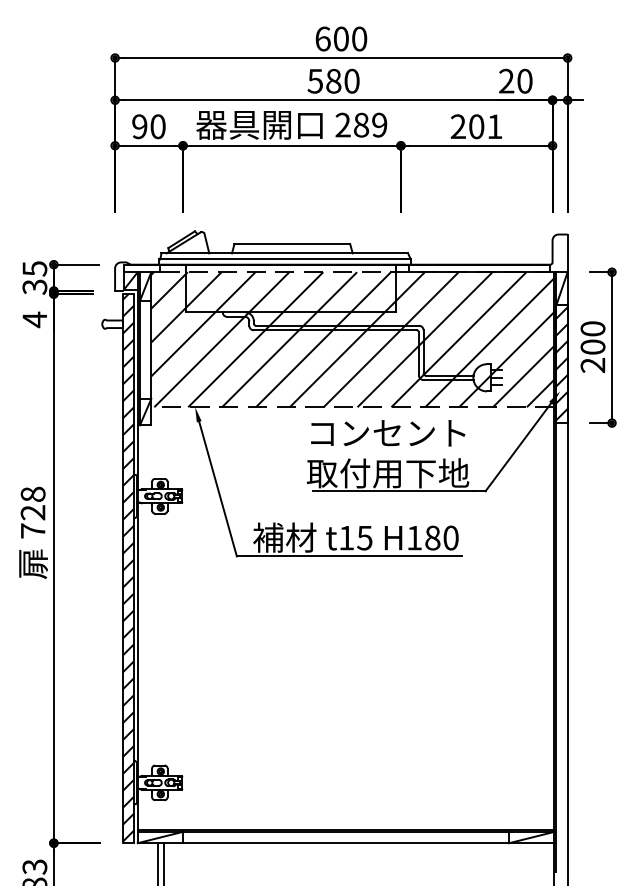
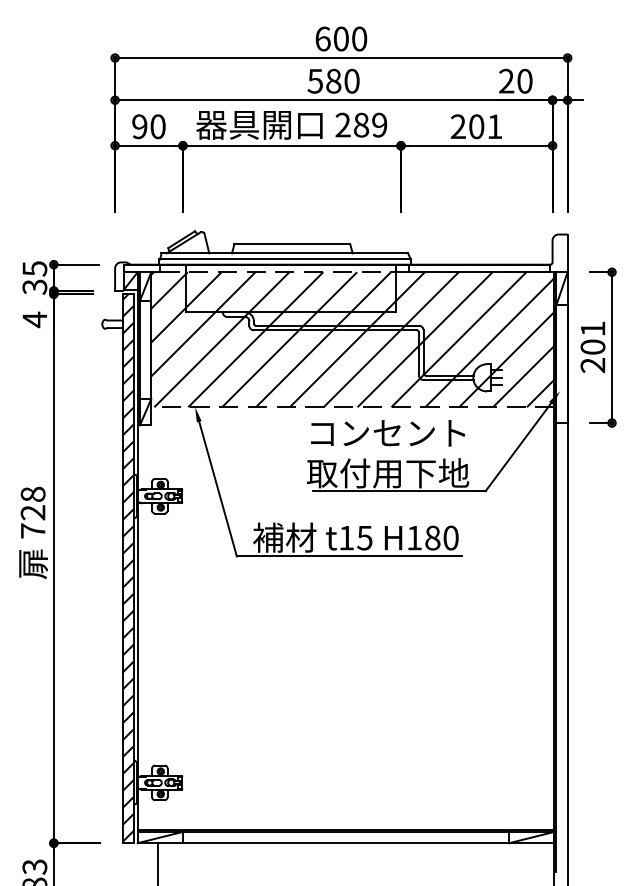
text at (592, 328): 200 -> 201
hatch at (561, 363): present -> none
line at (164, 862): present -> none
